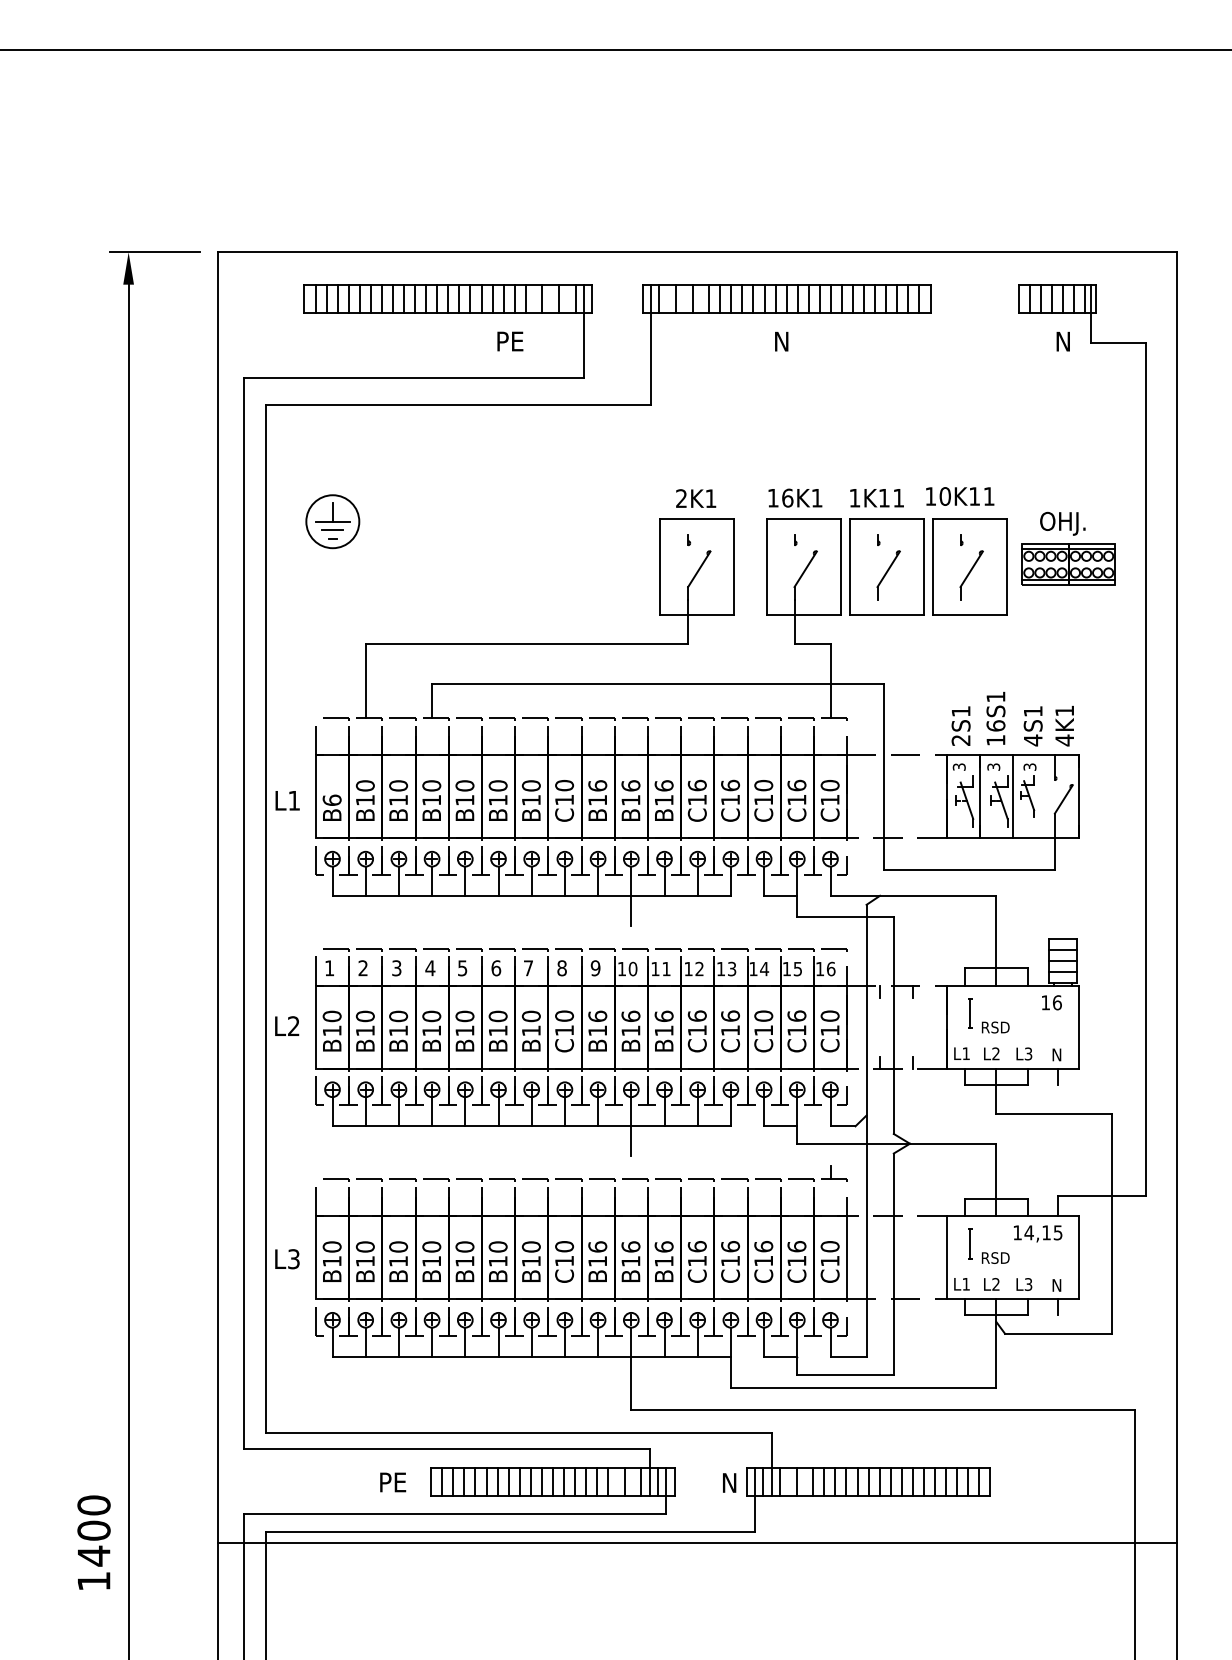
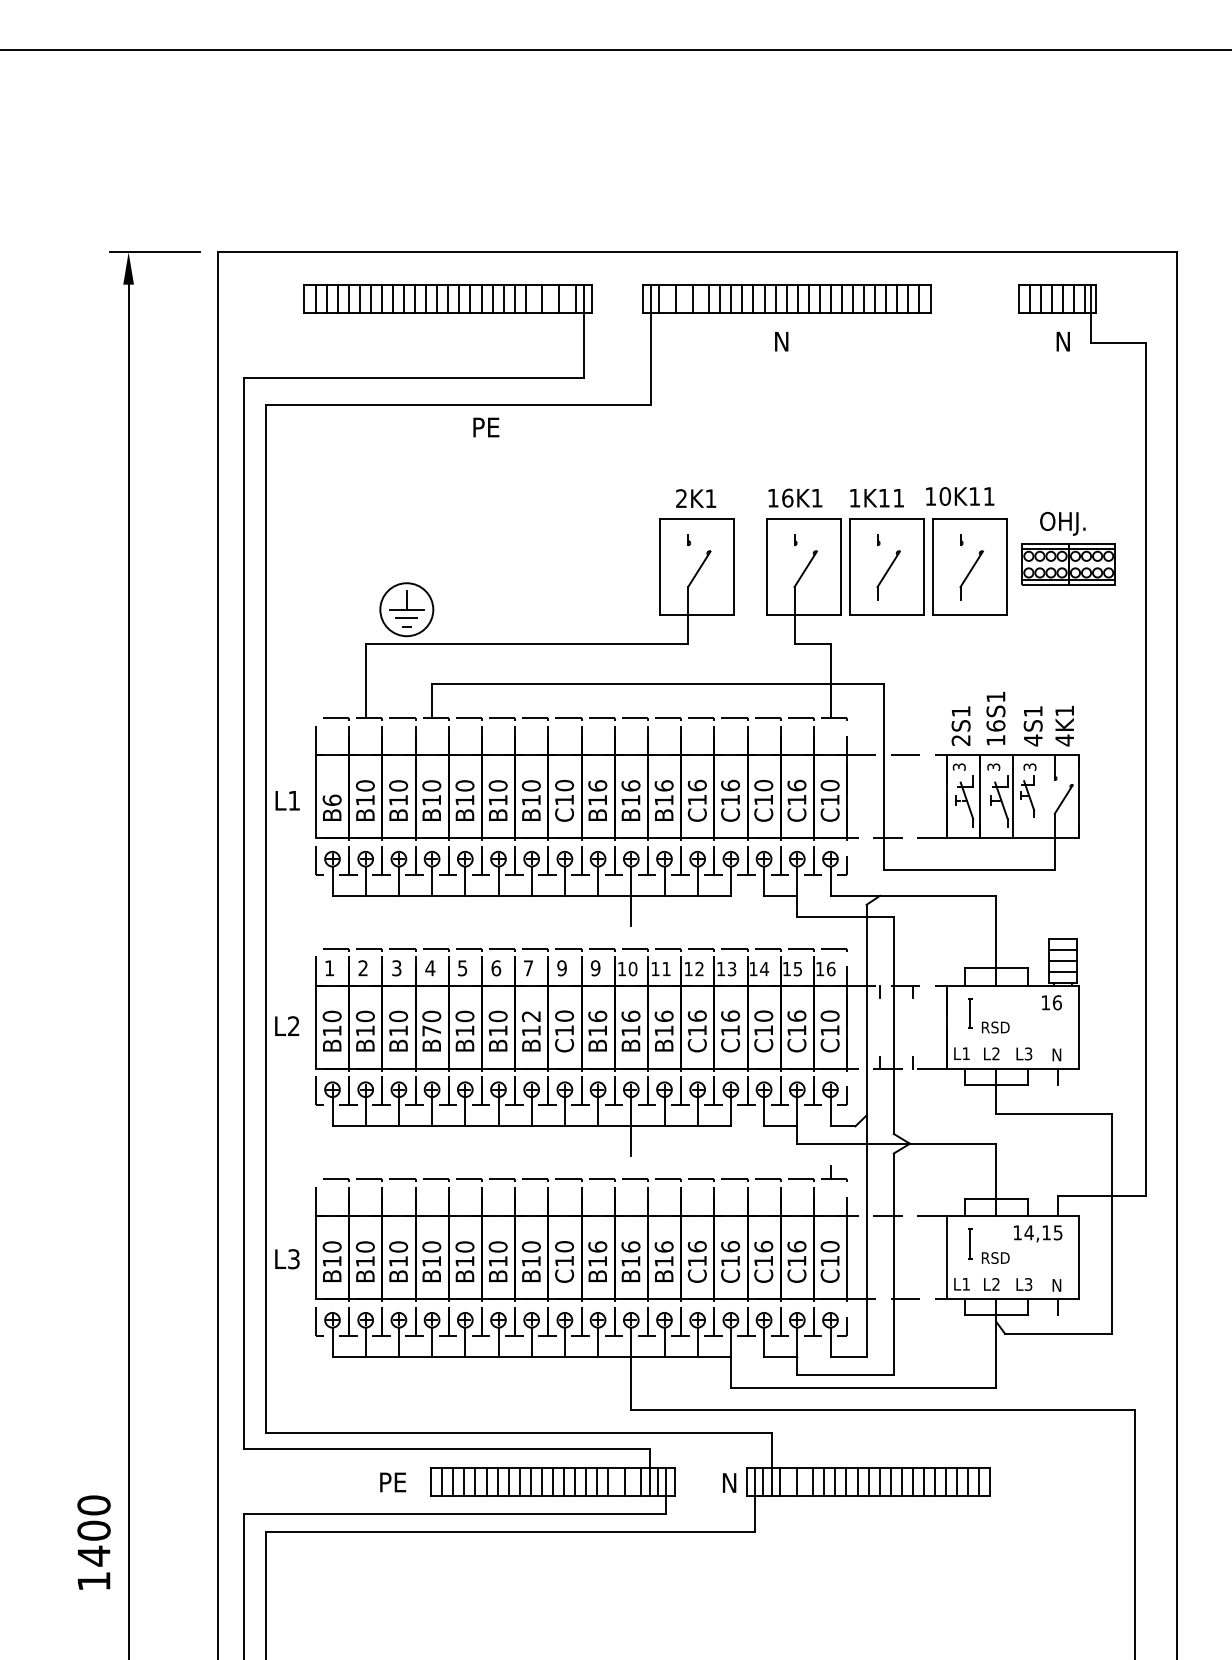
text at (510, 341) position: (510, 341) -> (486, 427)
part at (332, 521) position: (332, 521) -> (406, 609)
text at (561, 968): 8 -> 9
text at (530, 1016): B10 -> B12
text at (431, 1030): B10 -> B70
line at (697, 1543): present -> none
